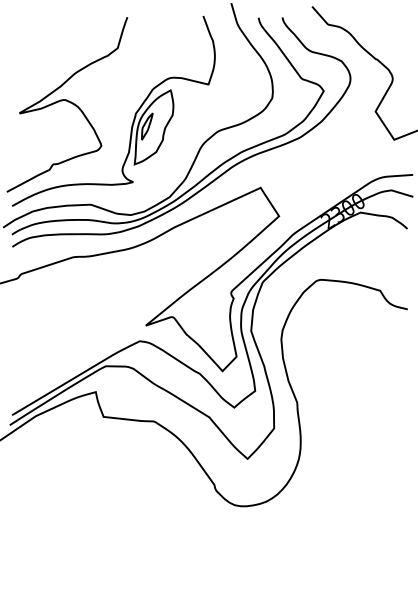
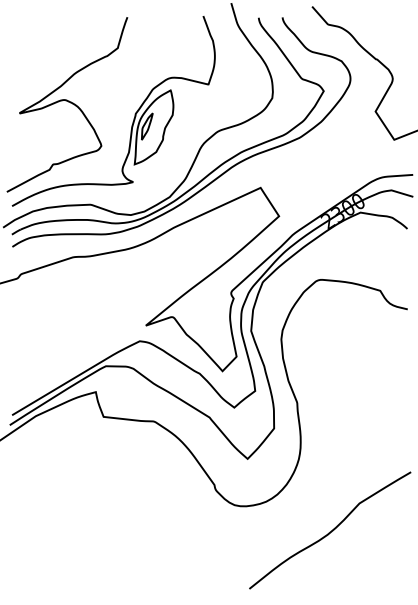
curve at (331, 530): none -> present
